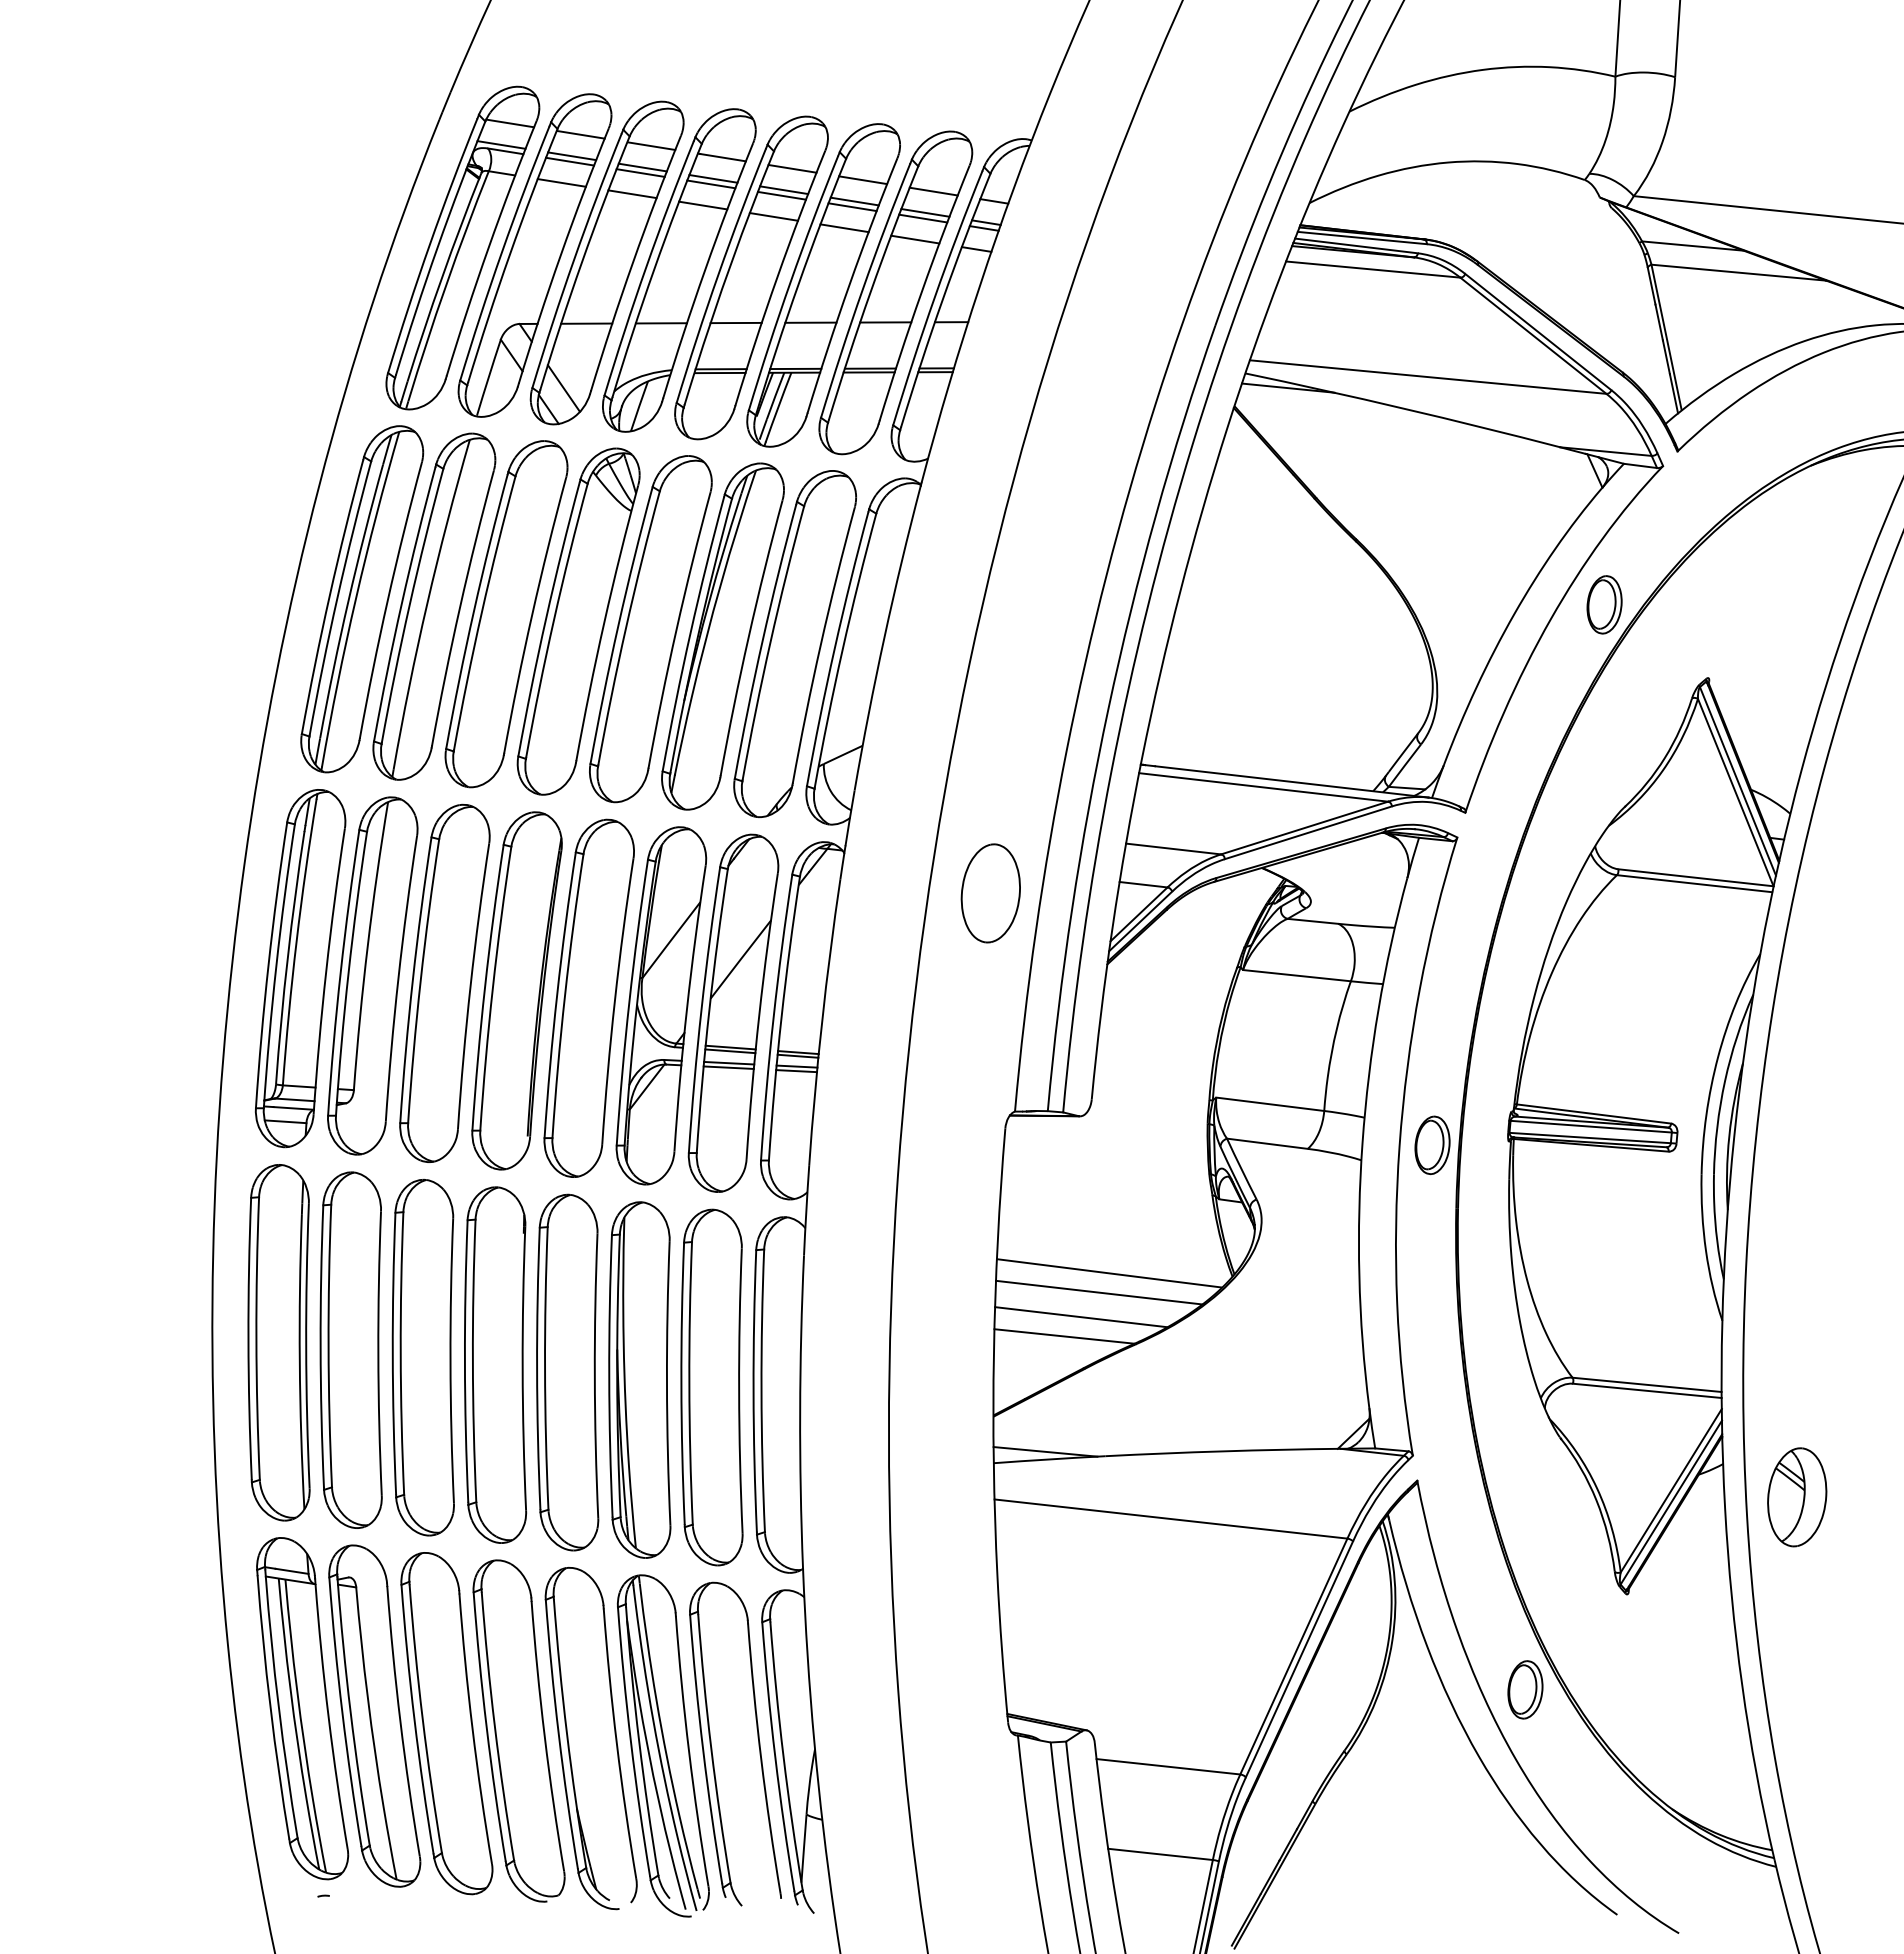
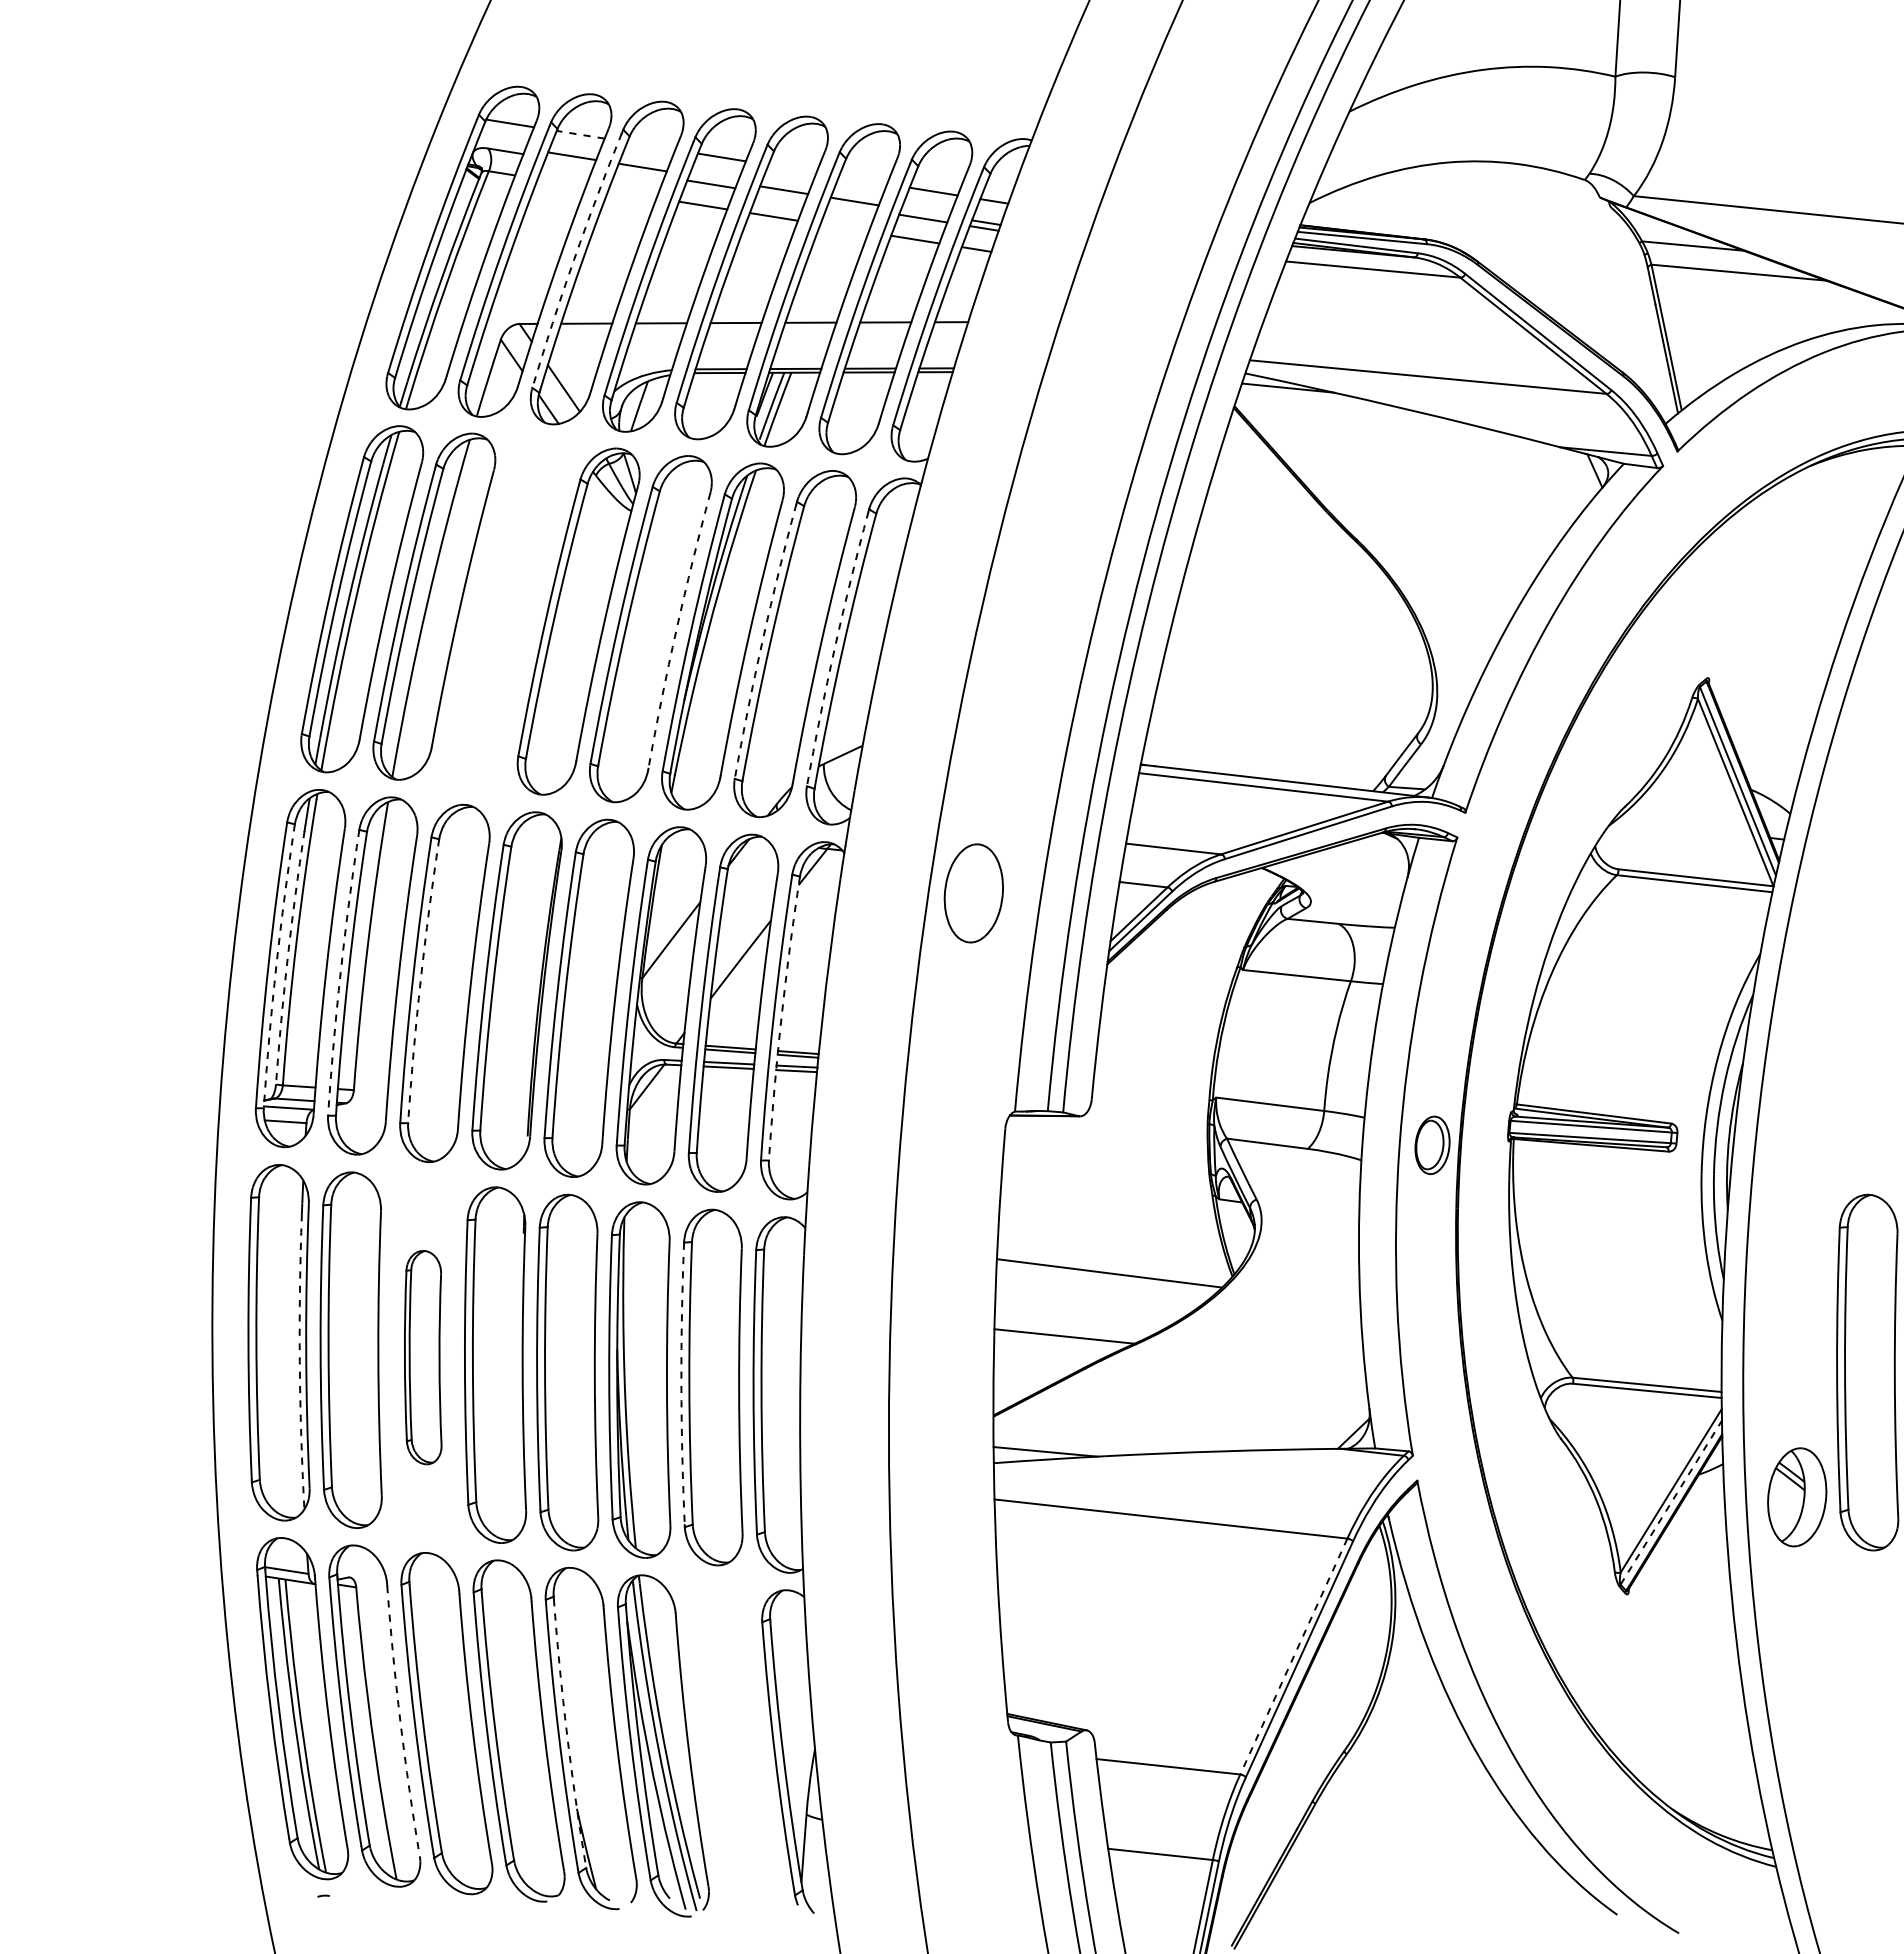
line at (580, 134): solid -> dashed
line at (501, 144): present -> none
line at (651, 145): present -> none
line at (570, 161): present -> none
line at (792, 168): present -> none
line at (640, 172): present -> none
line at (713, 178): present -> none
line at (863, 180): present -> none
line at (561, 182): present -> none
line at (632, 194): present -> none
line at (781, 195): present -> none
line at (852, 207): present -> none
line at (925, 212): present -> none
line at (844, 228): present -> none
arc at (574, 259): solid -> dashed
part at (1604, 604): present -> none
part at (506, 614): present -> none
arc at (676, 630): solid -> dashed
arc at (762, 640): solid -> dashed
arc at (834, 648): solid -> dashed
part at (990, 893) position: (990, 893) -> (973, 893)
arc at (287, 957): solid -> dashed
arc at (276, 965): solid -> dashed
arc at (340, 972): solid -> dashed
arc at (420, 980): solid -> dashed
arc at (781, 1018): solid -> dashed
line at (1099, 1292): present -> none
line at (1081, 1317): present -> none
part at (422, 1357) size: 64x359 px -> 39x216 px
arc at (299, 1361): solid -> dashed
part at (1867, 1372): none -> present
arc at (681, 1383): solid -> dashed
line at (1671, 1502): solid -> dashed
line at (1293, 1656): solid -> dashed
part at (1525, 1689): present -> none
arc at (400, 1721): solid -> dashed
arc at (567, 1733): solid -> dashed
part at (757, 1738): present -> none
